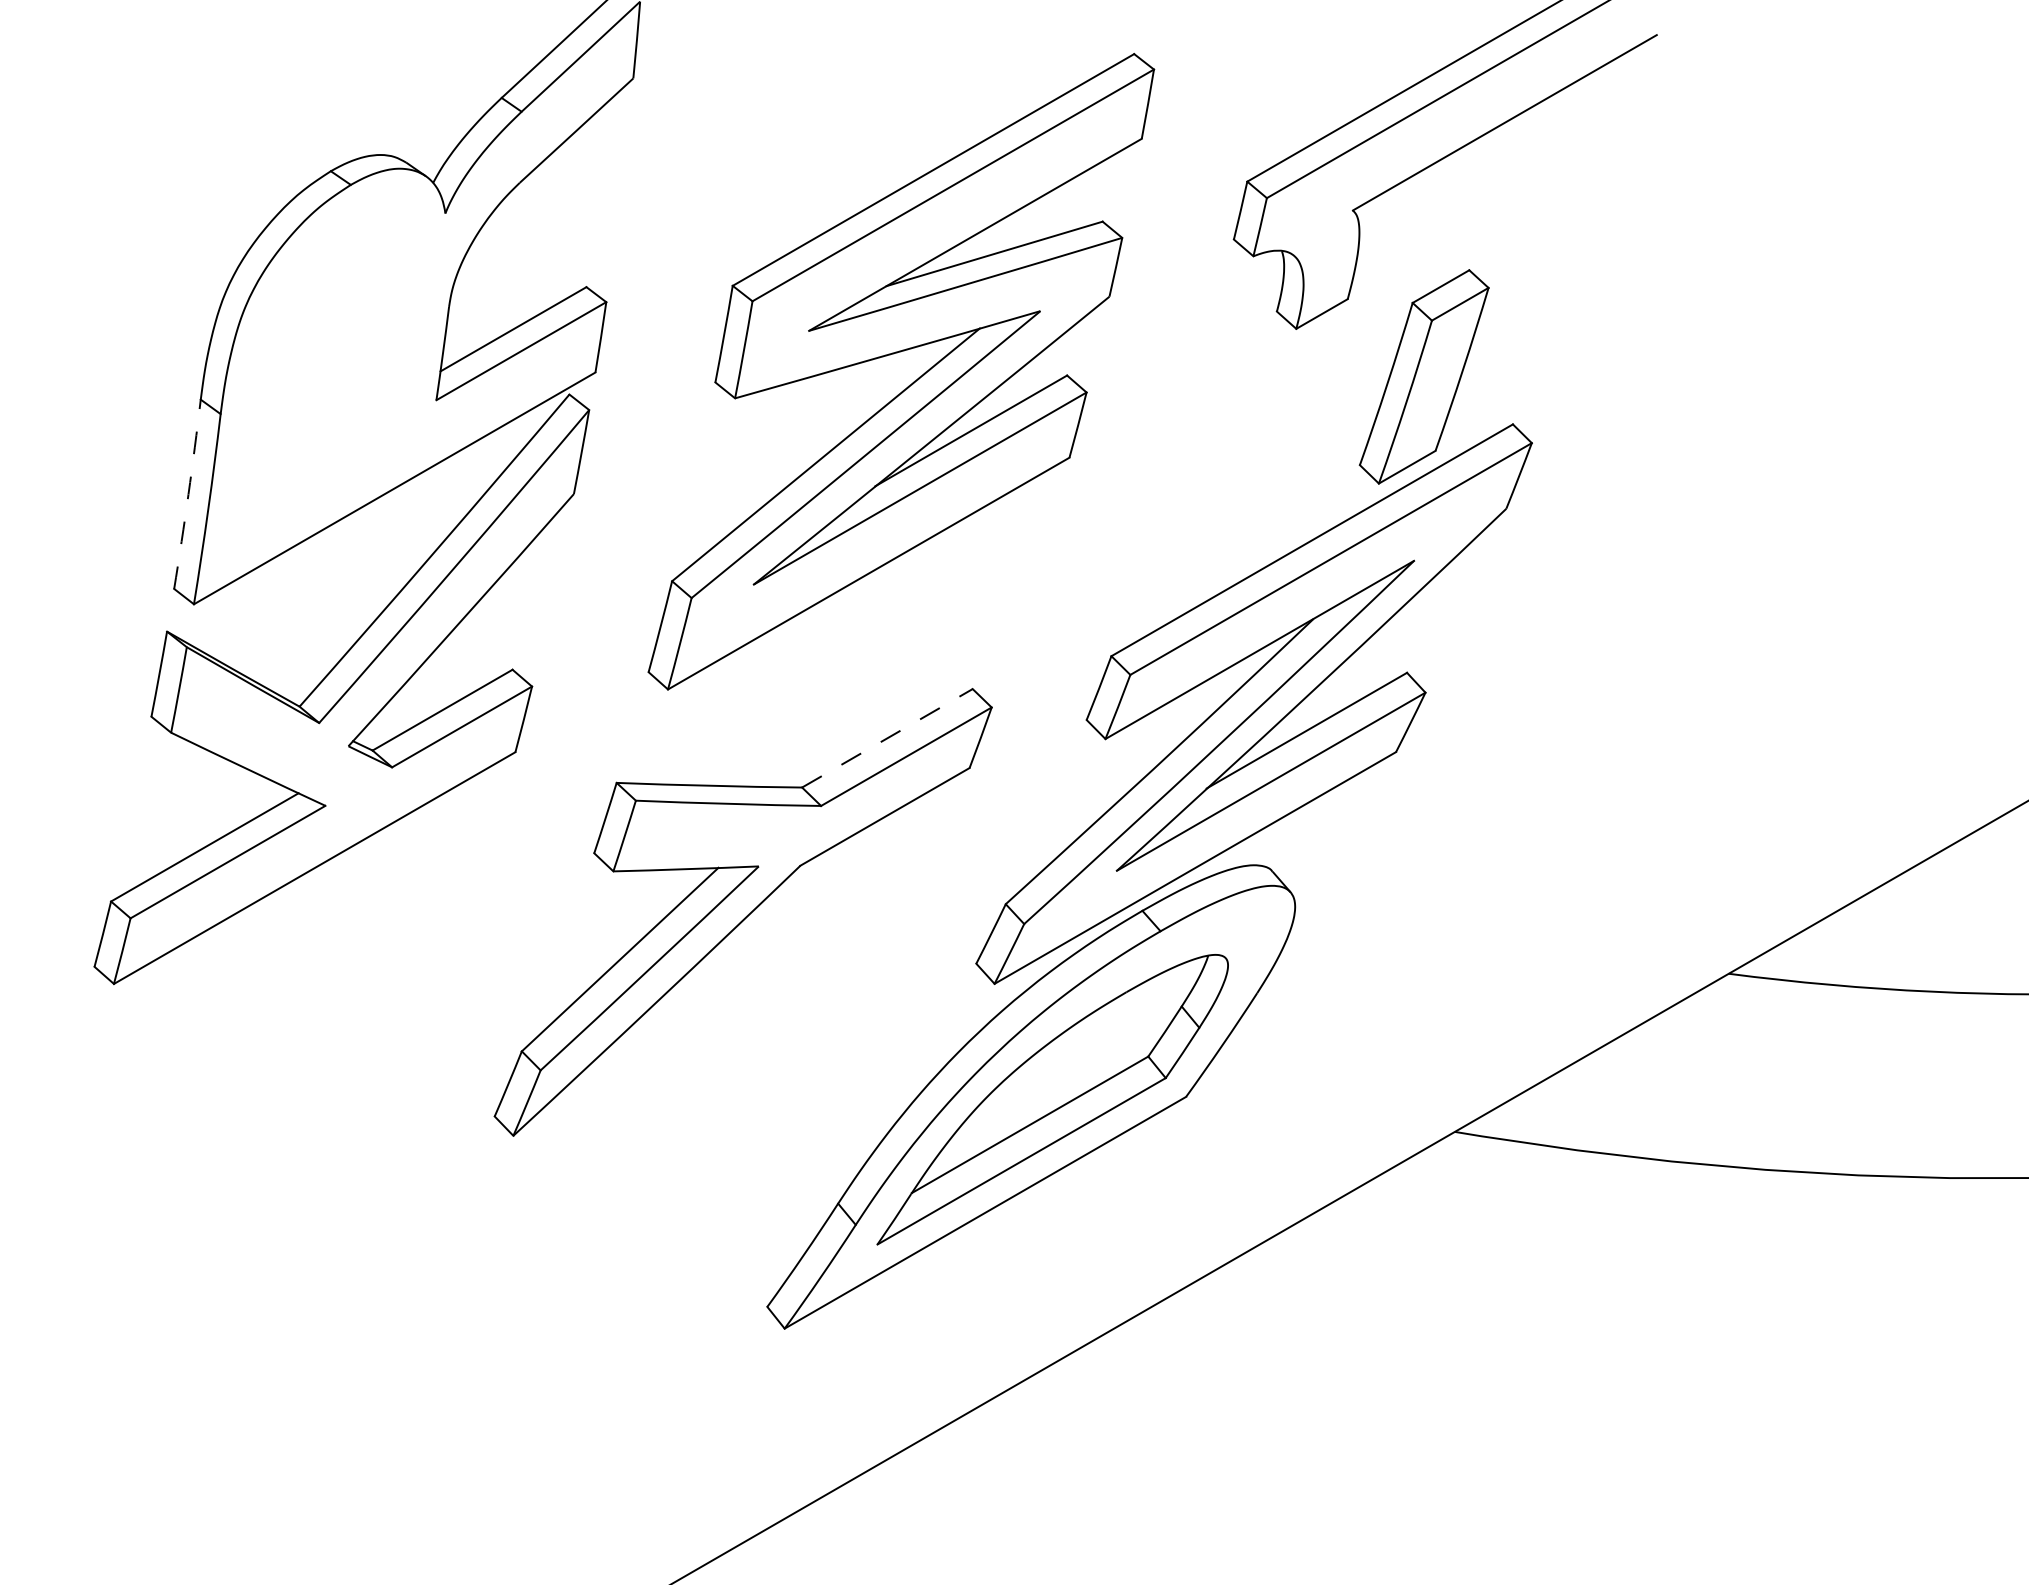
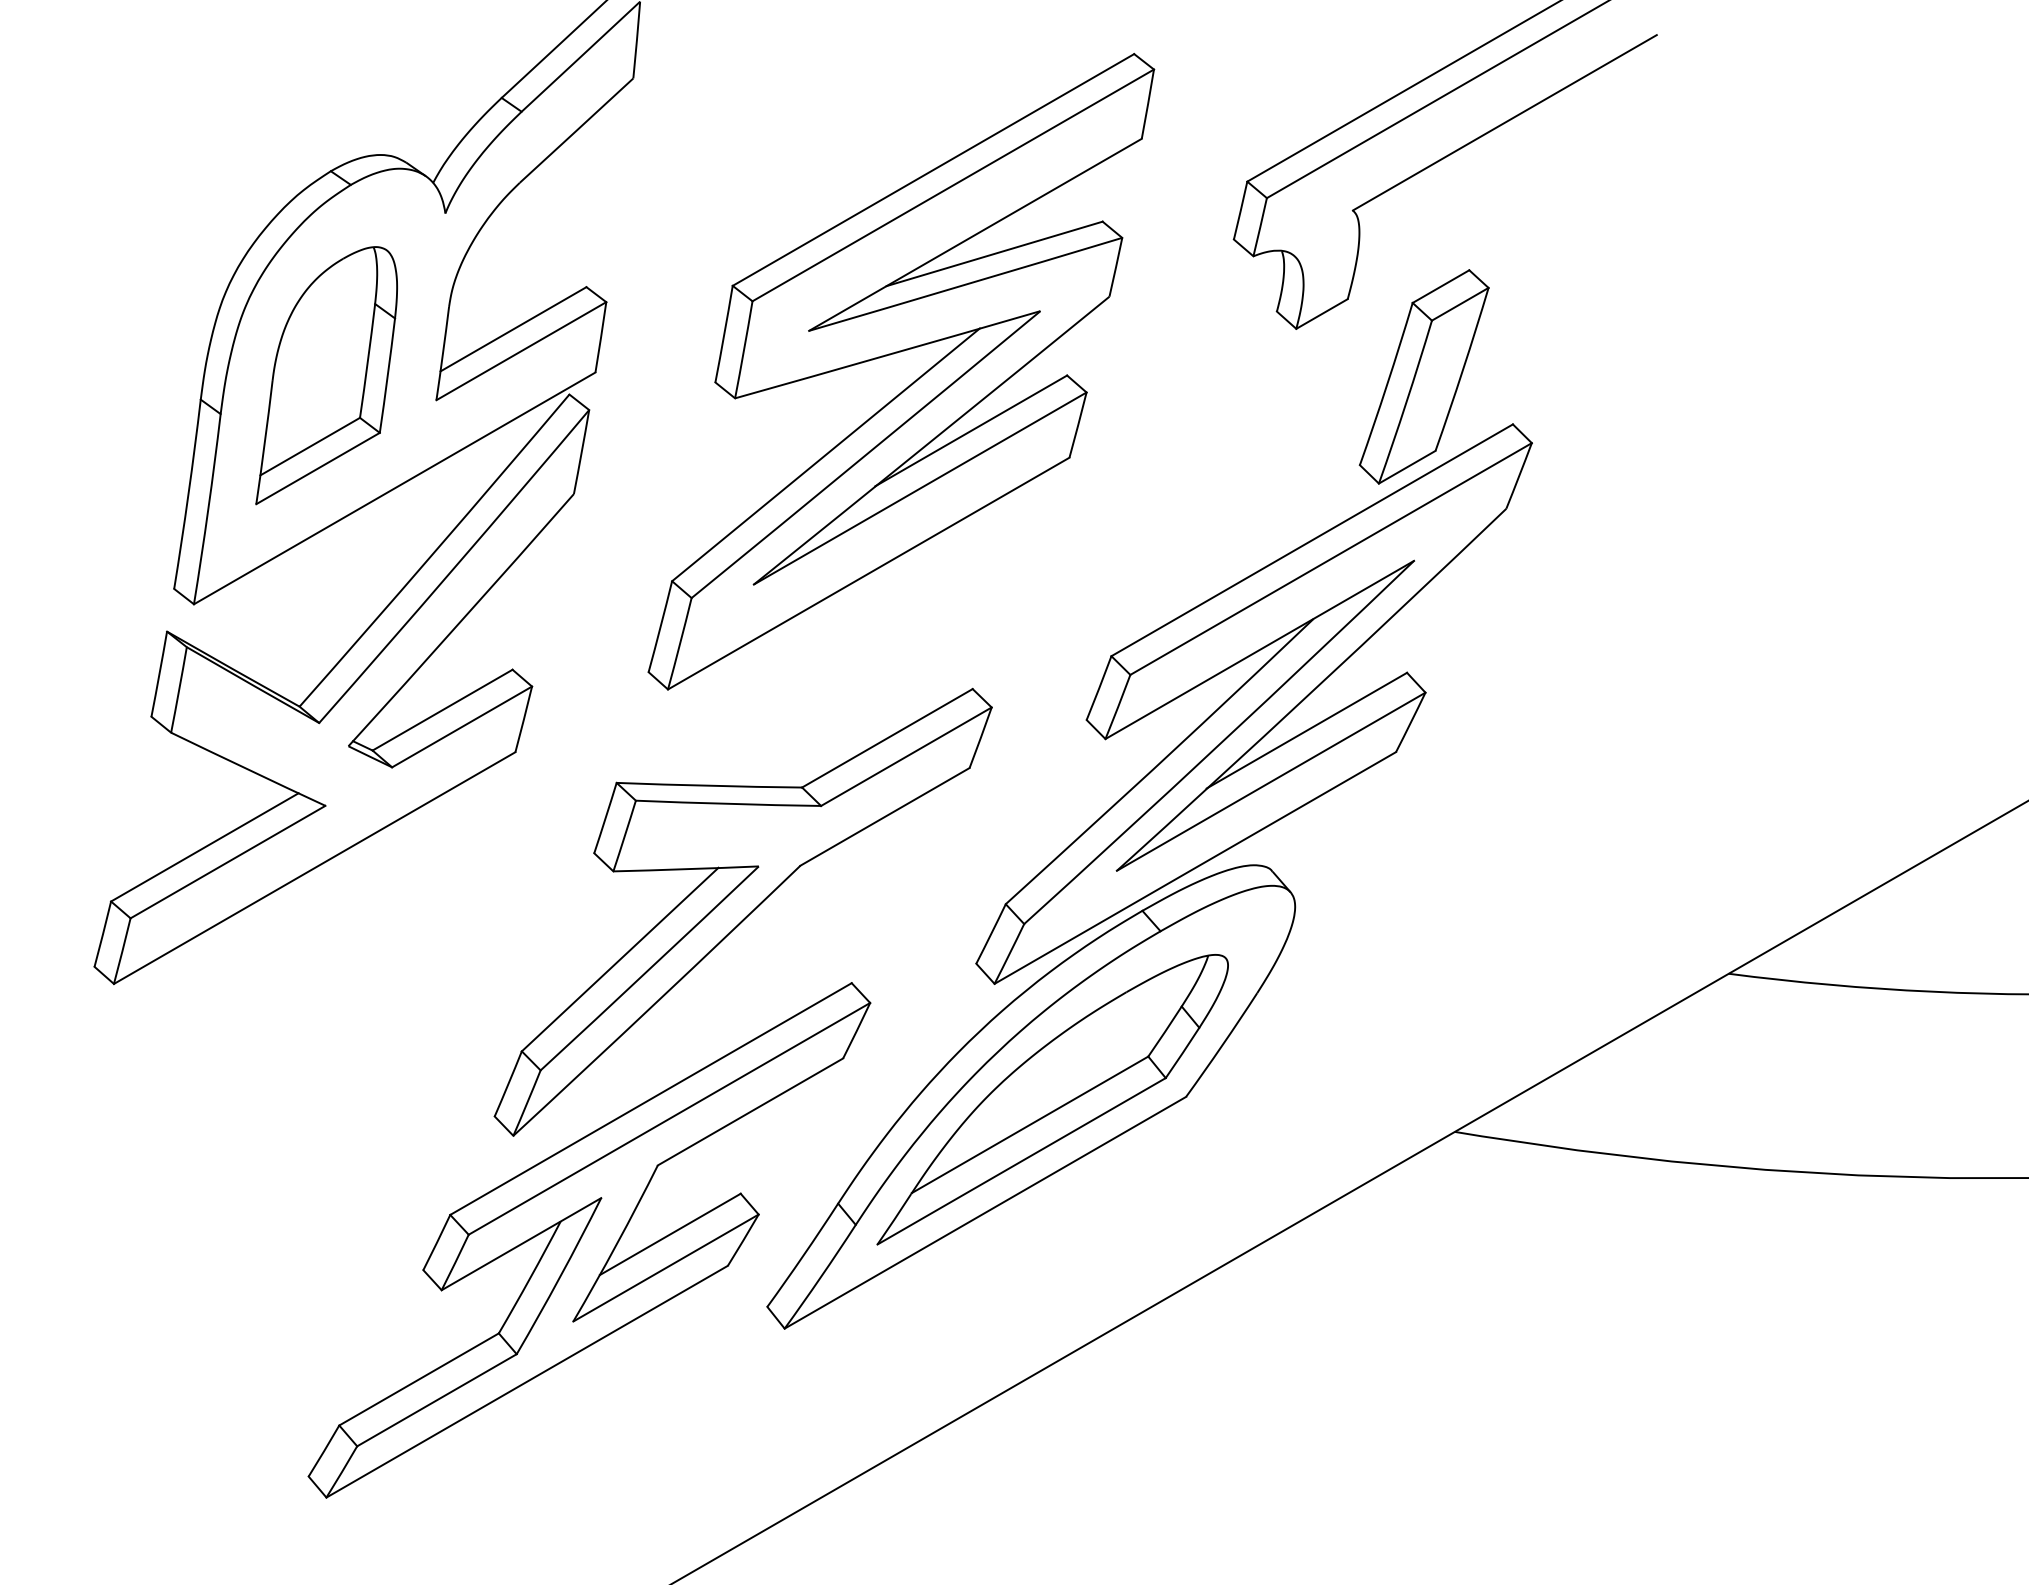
part at (326, 375): none -> present
arc at (188, 494): dashed -> solid
line at (887, 738): dashed -> solid
part at (589, 1240): none -> present
